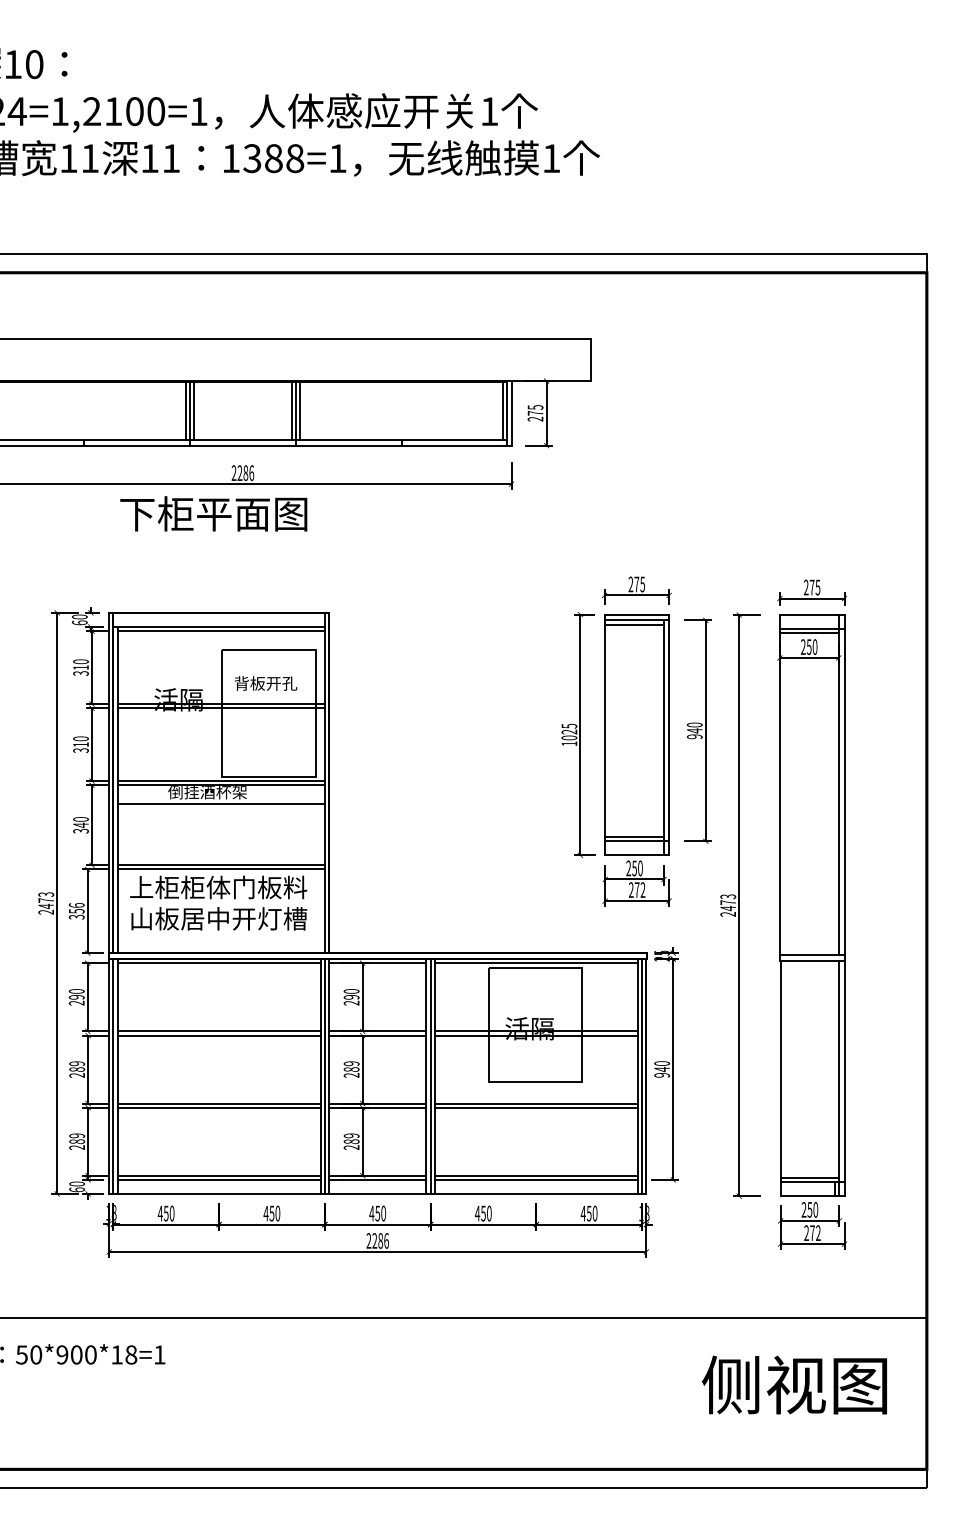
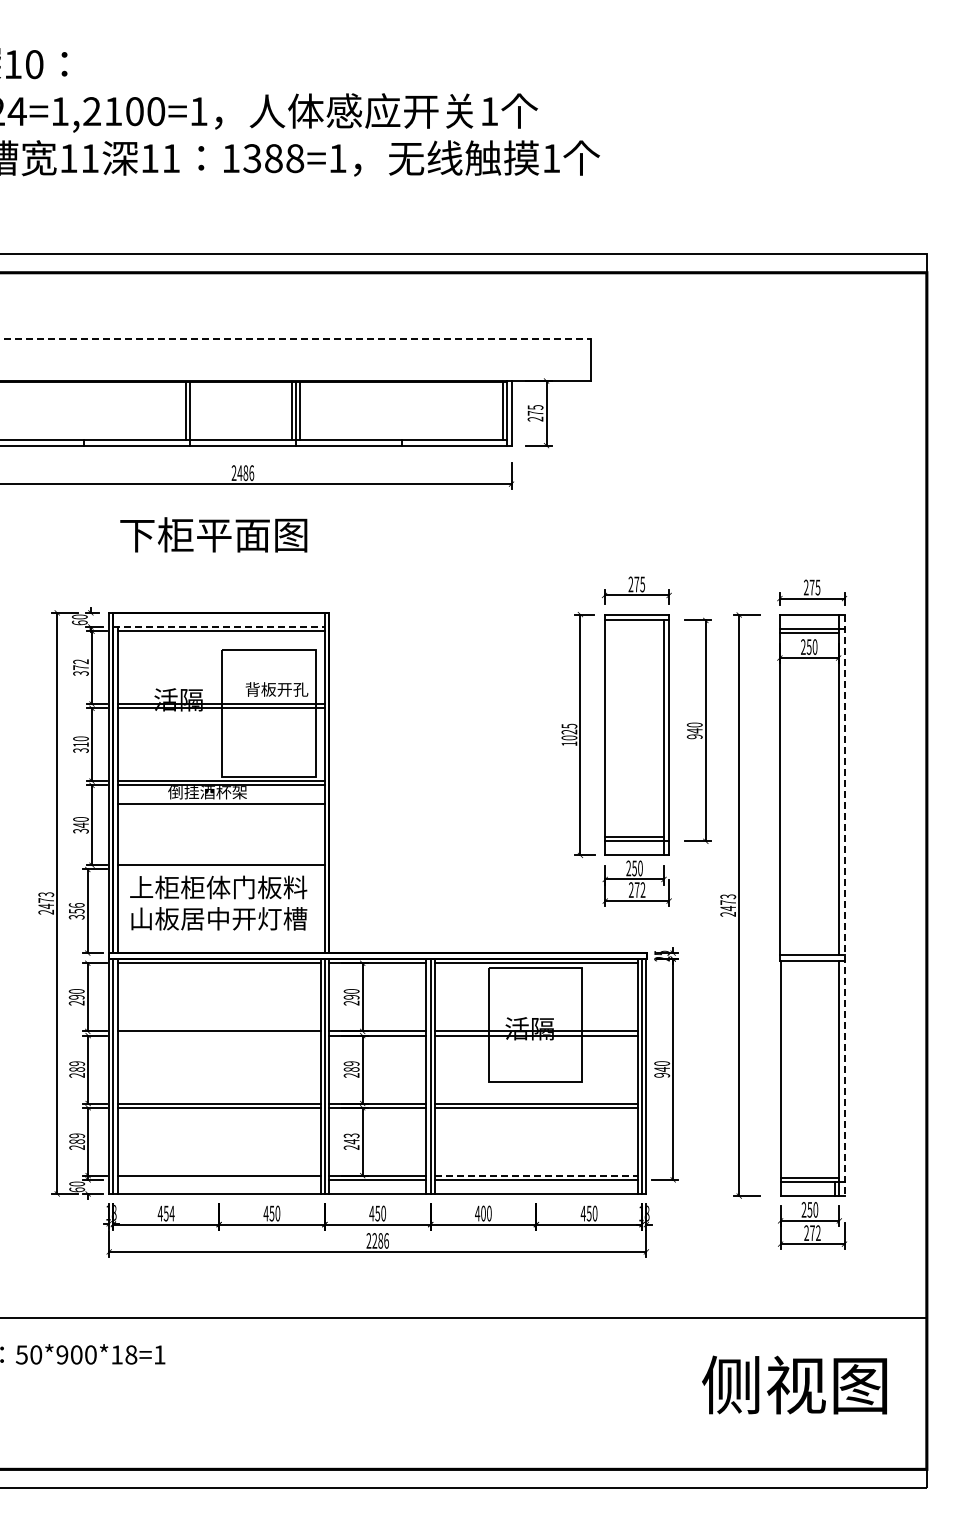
line at (295, 339): solid -> dashed
line at (194, 410): present -> none
text at (239, 472): 2286 -> 2486
text at (213, 513) position: (213, 513) -> (213, 534)
line at (634, 624): present -> none
line at (219, 626): solid -> dashed
text at (80, 664): 310 -> 372
text at (265, 683) position: (265, 683) -> (276, 689)
line at (220, 869): present -> none
line at (844, 905): solid -> dashed
line at (218, 1035): present -> none
text at (351, 1138): 289 -> 243
line at (536, 1175): solid -> dashed
line at (218, 1179): present -> none
text at (171, 1213): 450 -> 454
text at (483, 1213): 450 -> 400
